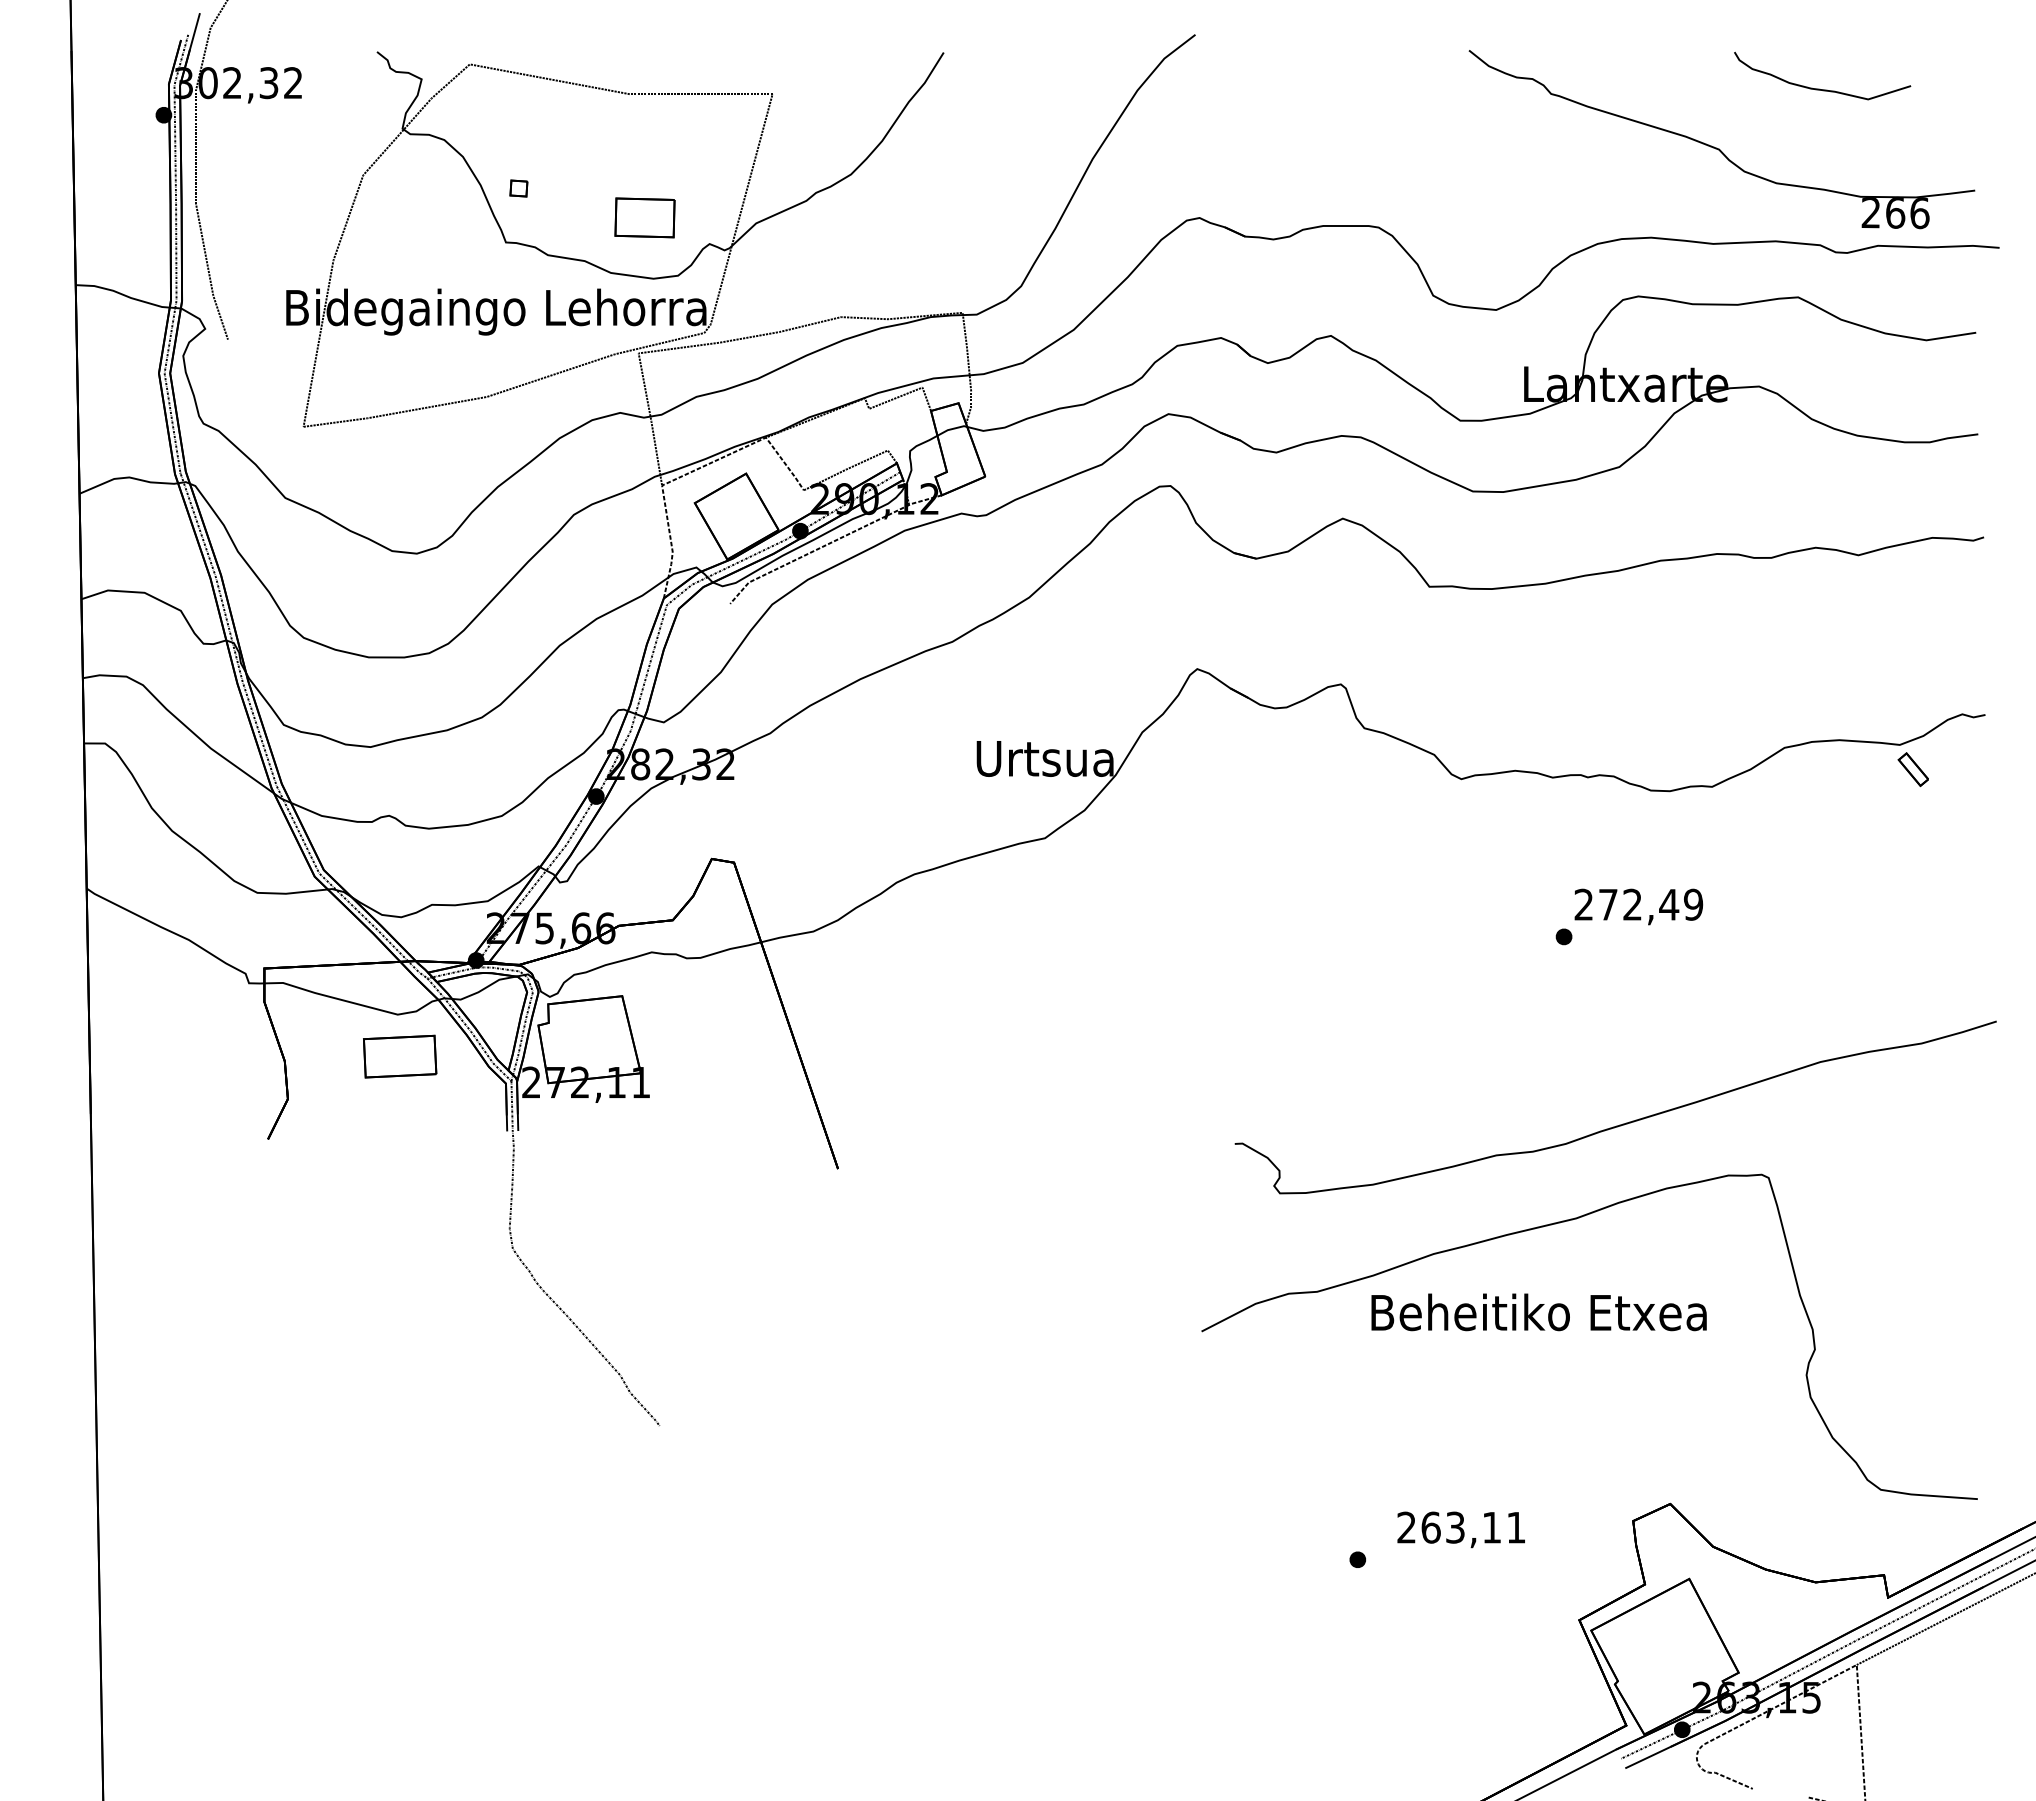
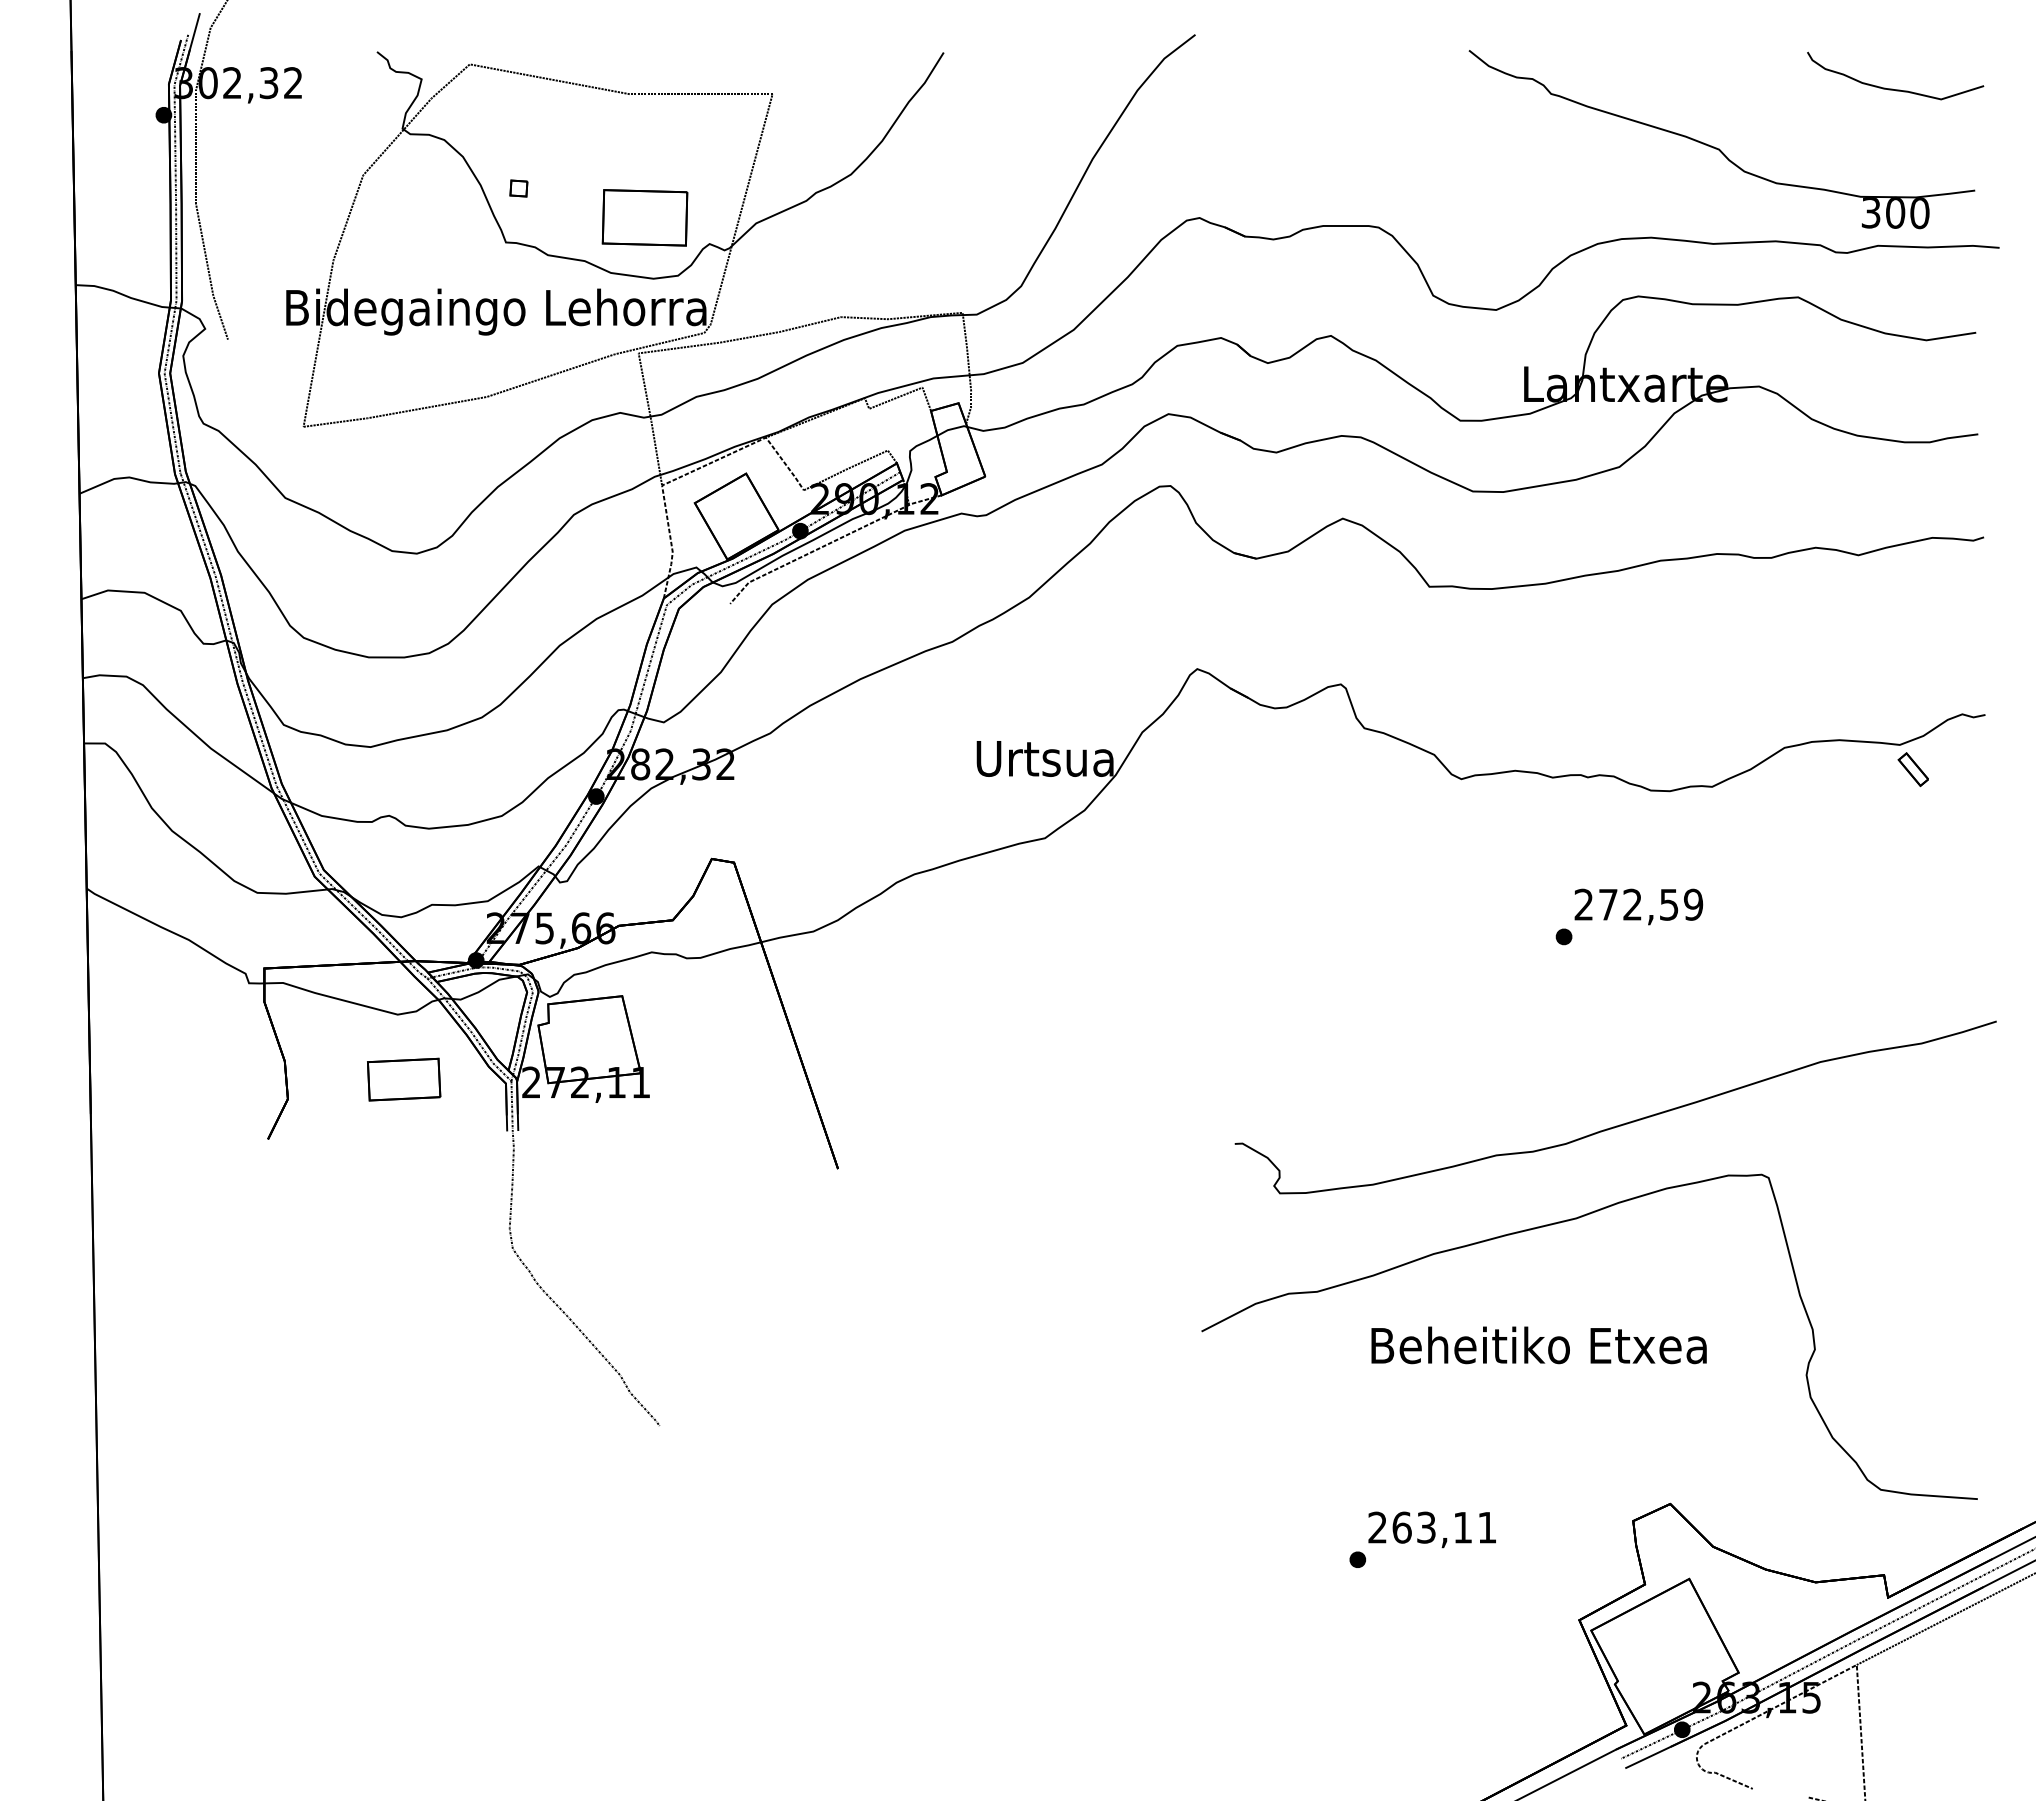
curve at (1819, 88) position: (1819, 88) -> (1892, 88)
text at (1895, 212): 266 -> 300
part at (644, 217) size: 62x42 px -> 88x58 px
text at (1669, 904): 272,49 -> 272,59
part at (400, 1056) position: (400, 1056) -> (404, 1079)
text at (1538, 1312) position: (1538, 1312) -> (1538, 1345)
text at (1460, 1529) position: (1460, 1529) -> (1431, 1529)
